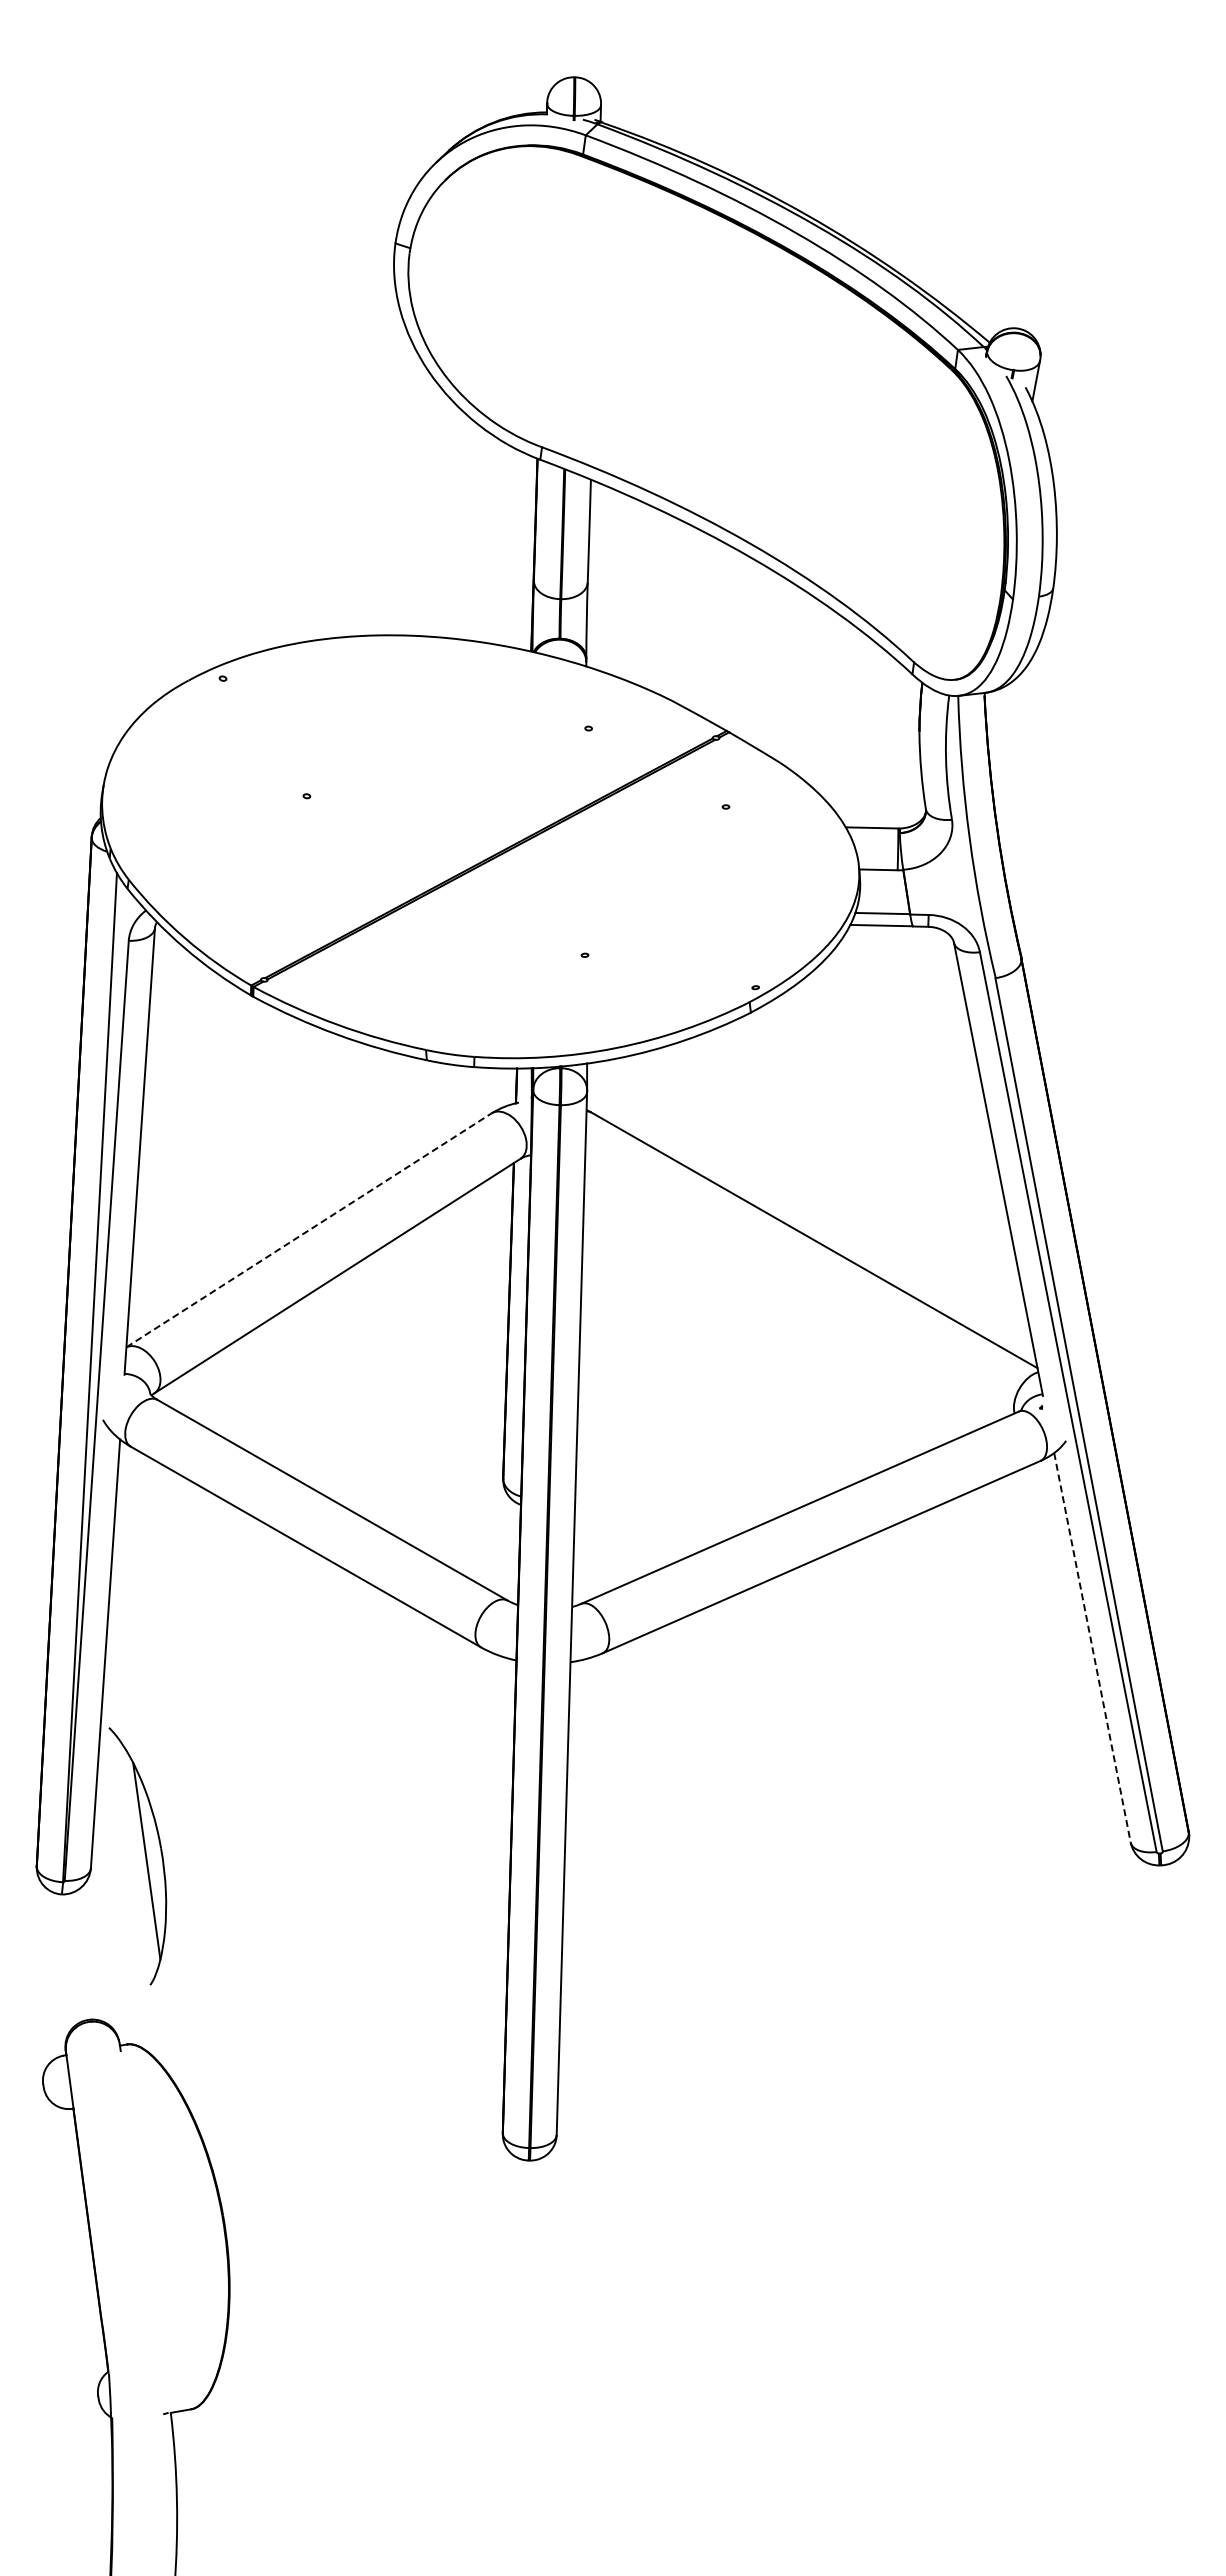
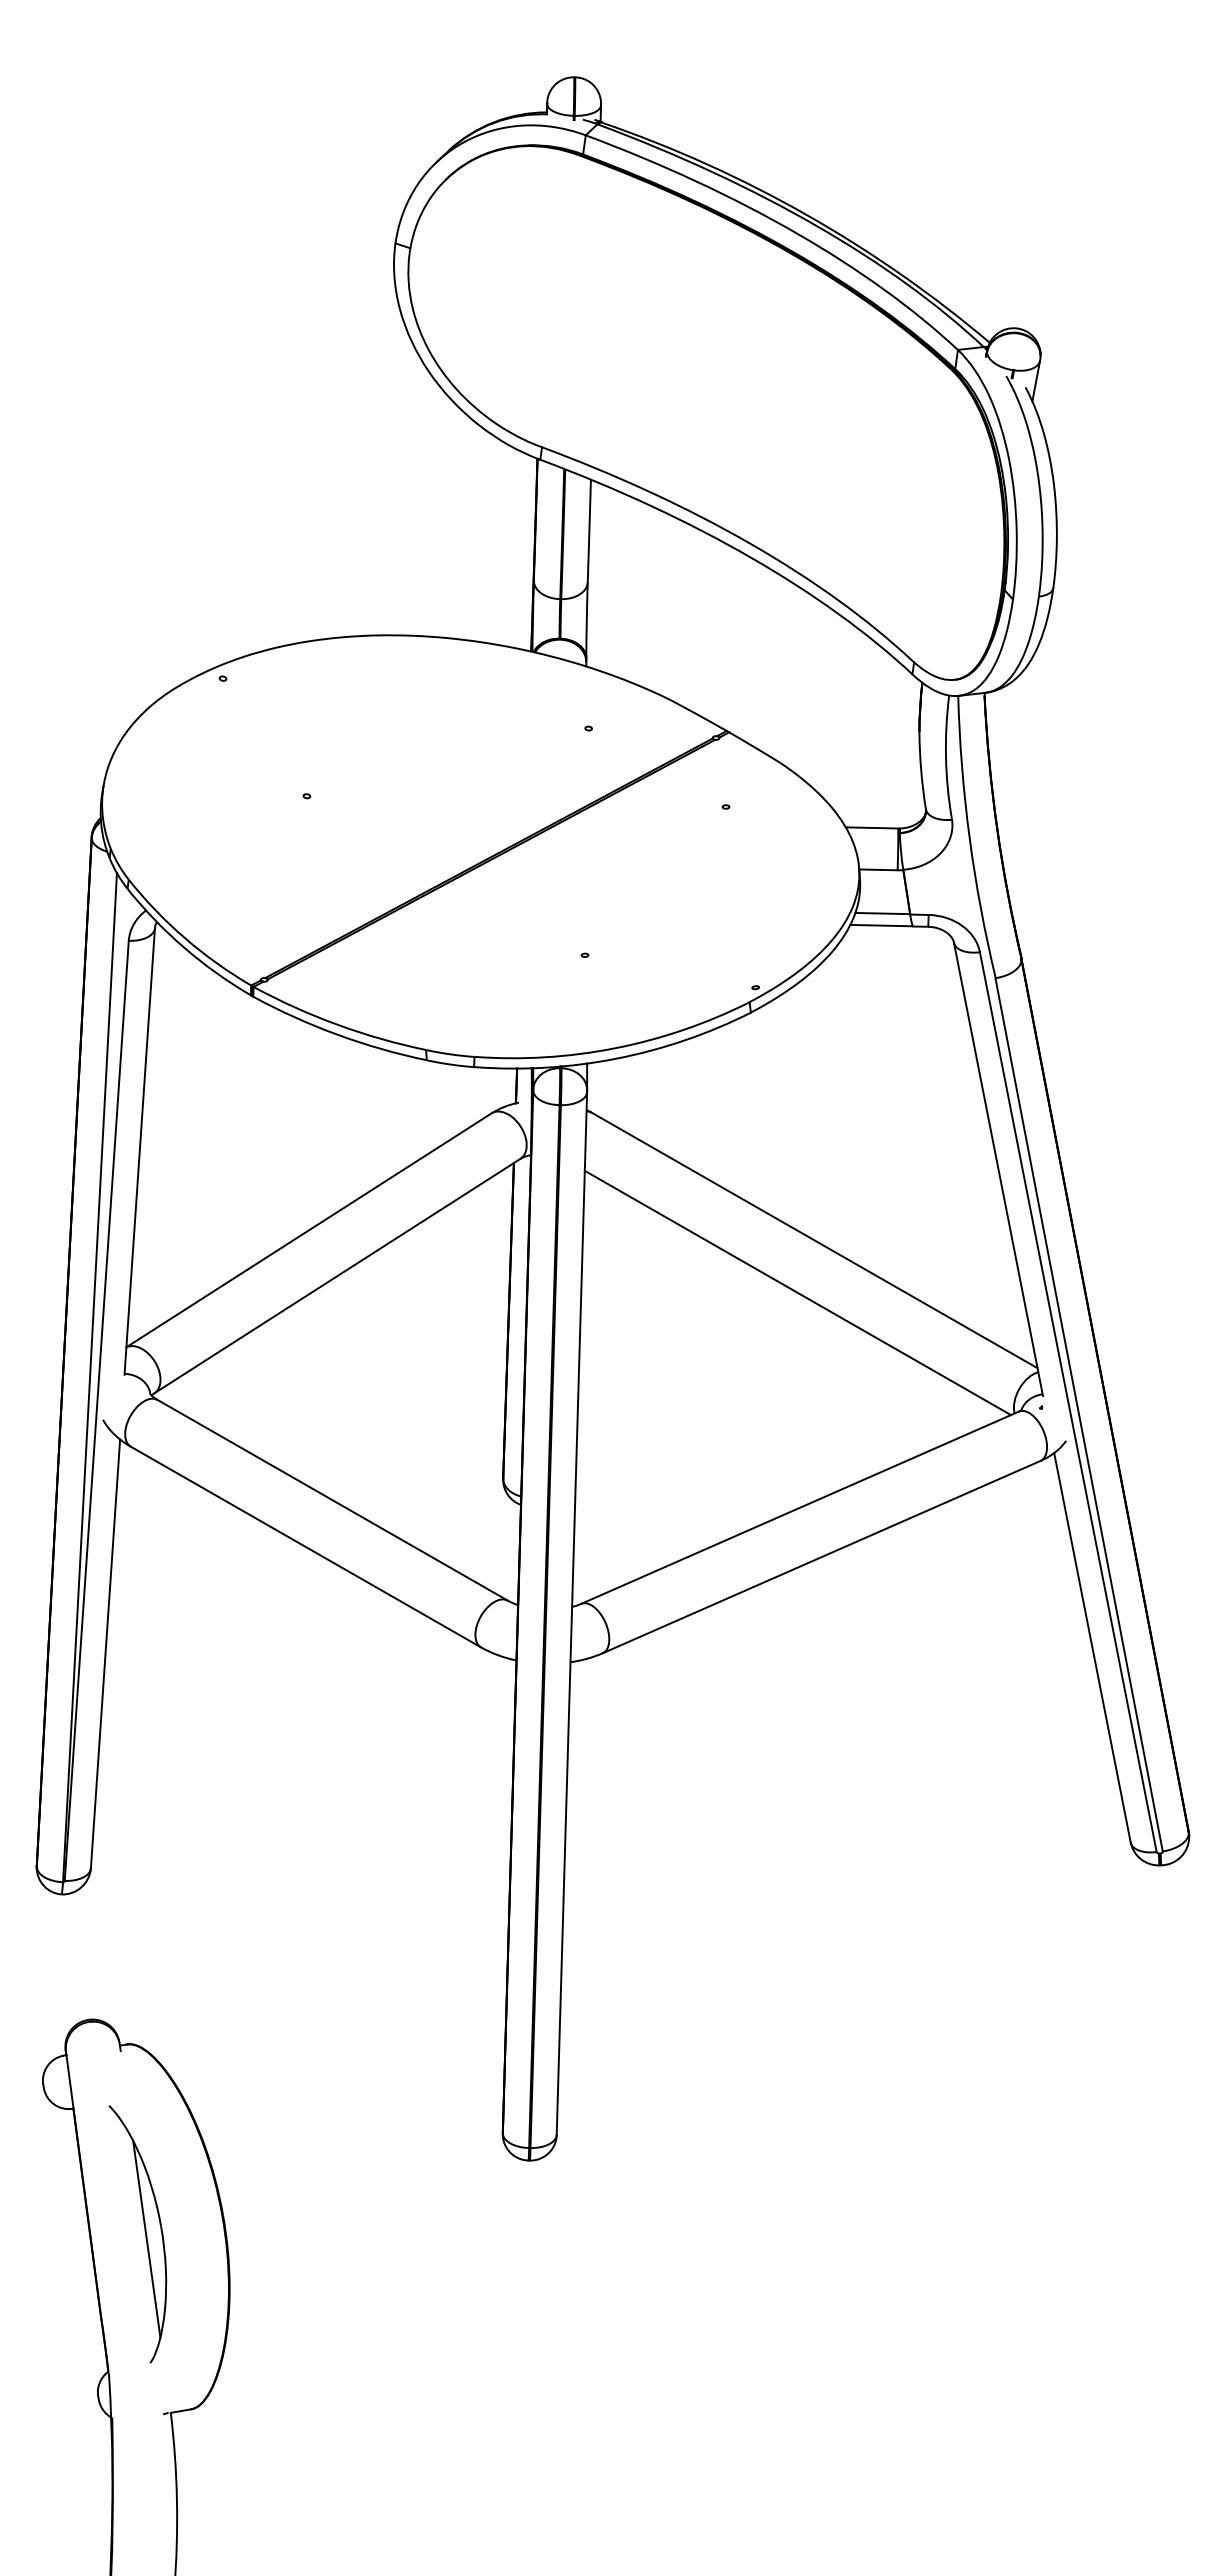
line at (308, 1230): dashed -> solid
line at (797, 1292): none -> present
line at (1092, 1648): dashed -> solid
part at (144, 1853) position: (144, 1853) -> (144, 2231)
